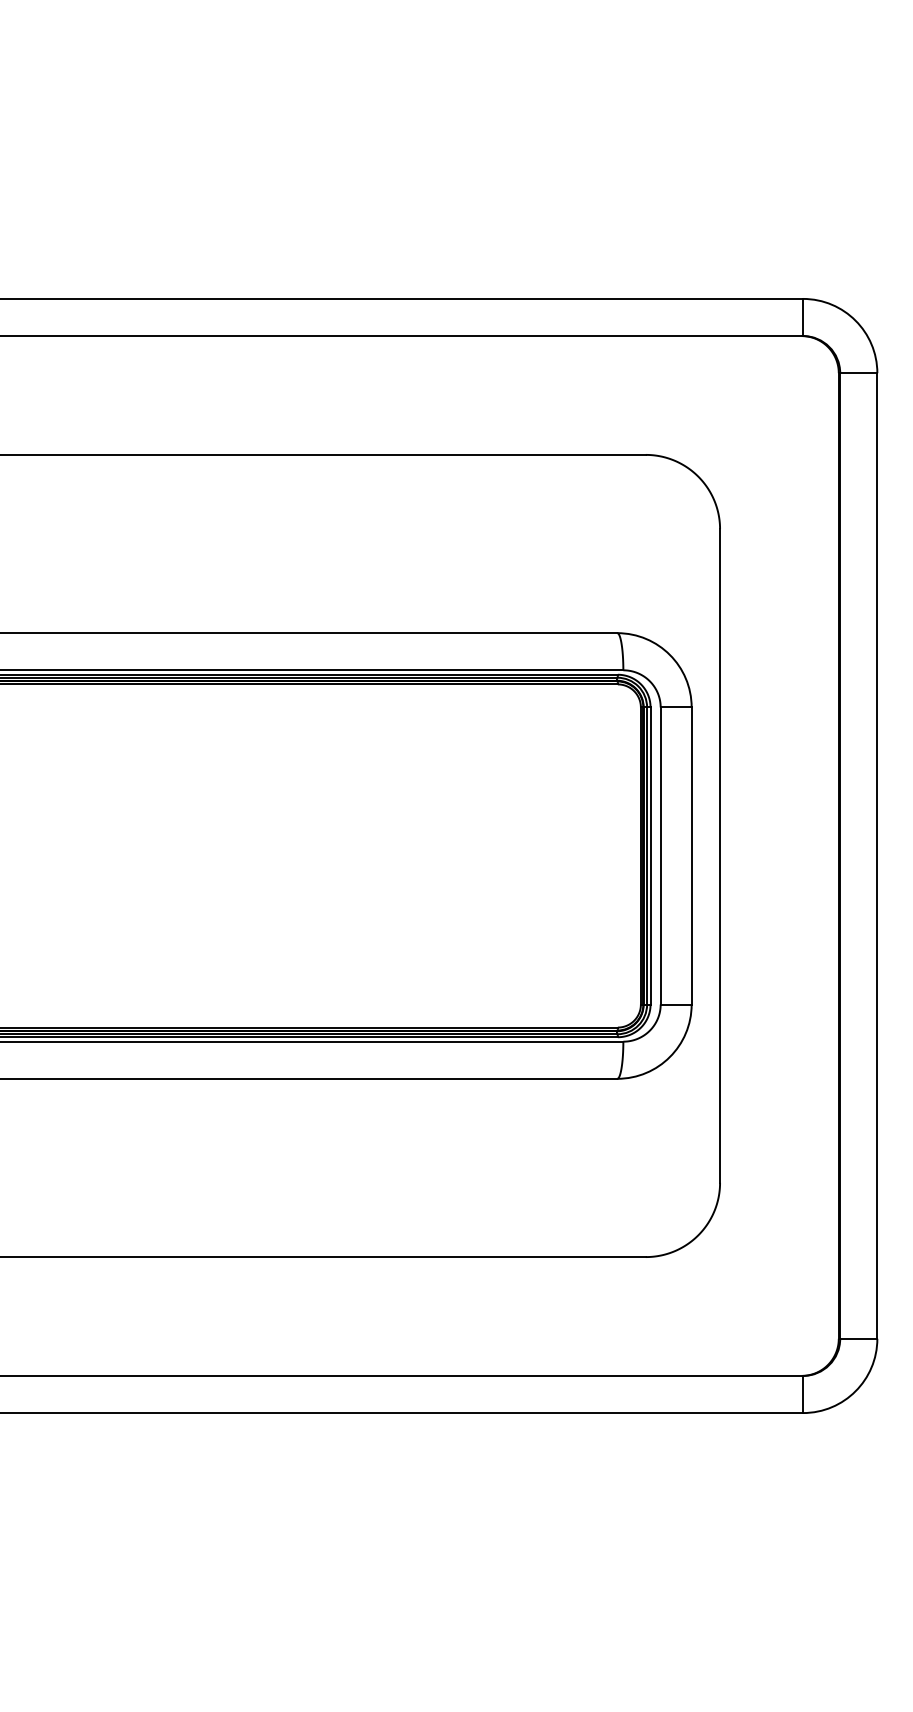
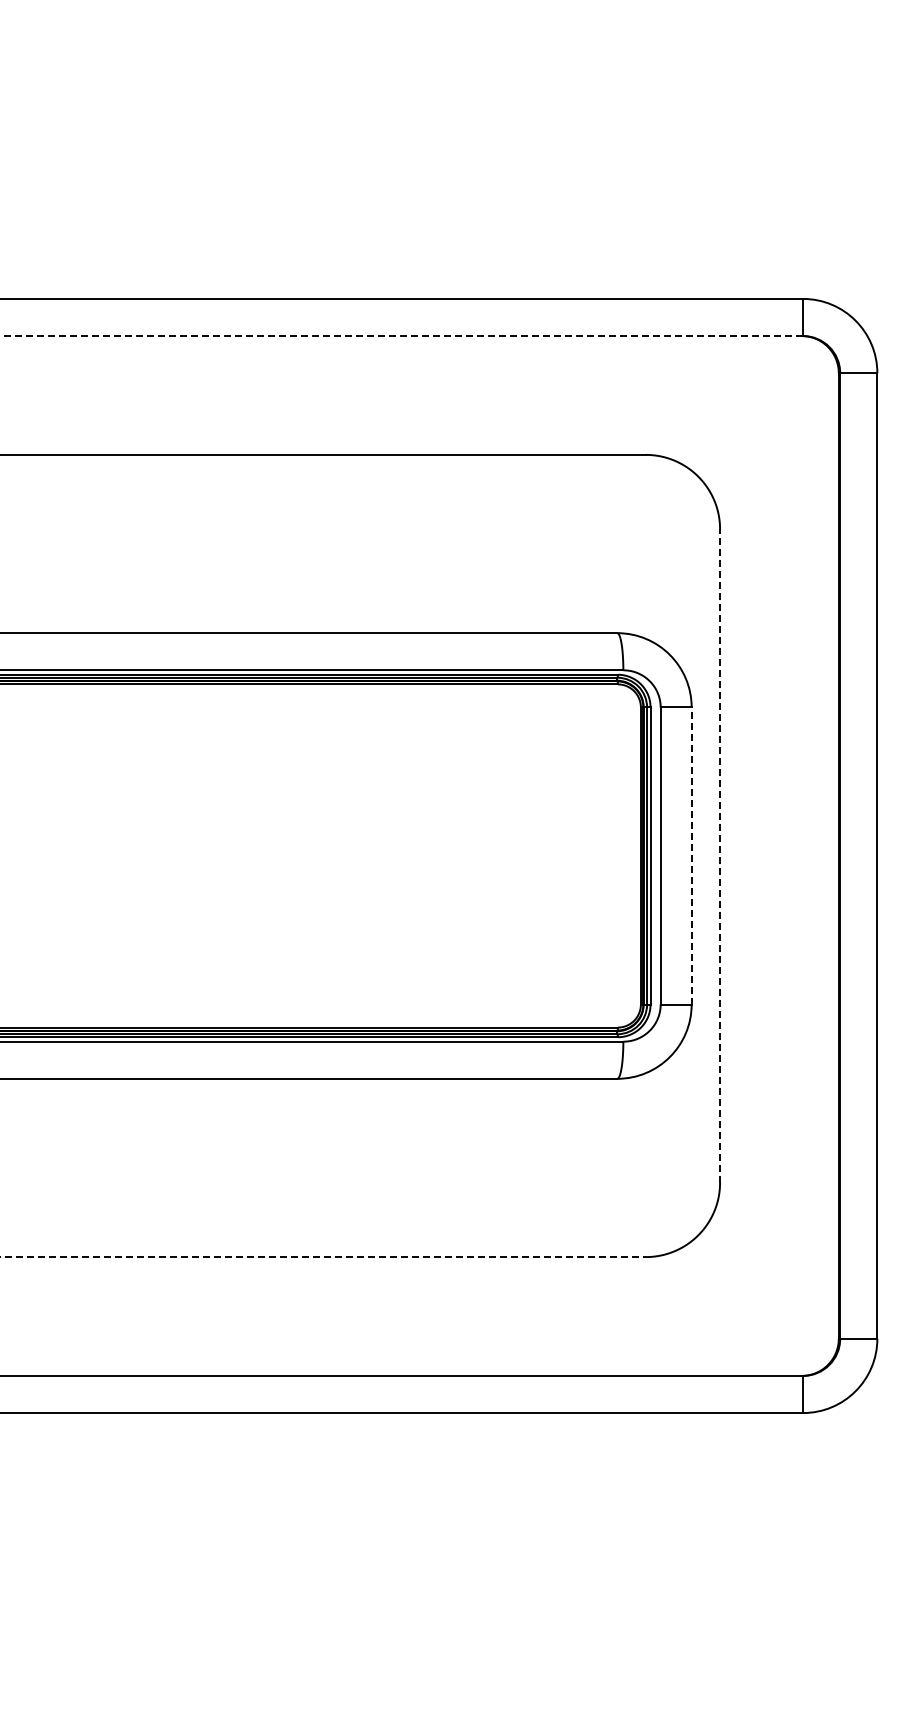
line at (401, 336): solid -> dashed
line at (691, 856): solid -> dashed
line at (720, 856): solid -> dashed
line at (323, 1257): solid -> dashed
